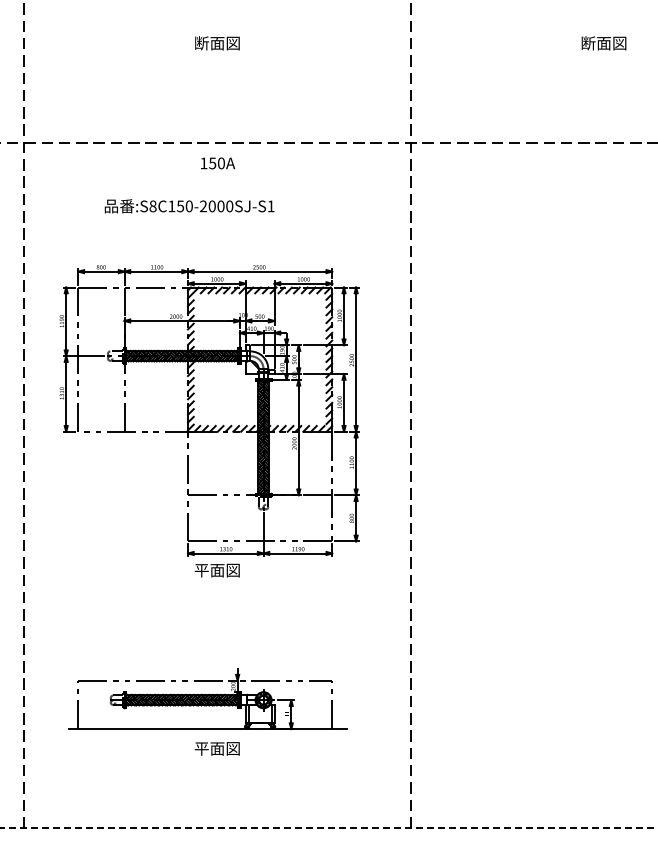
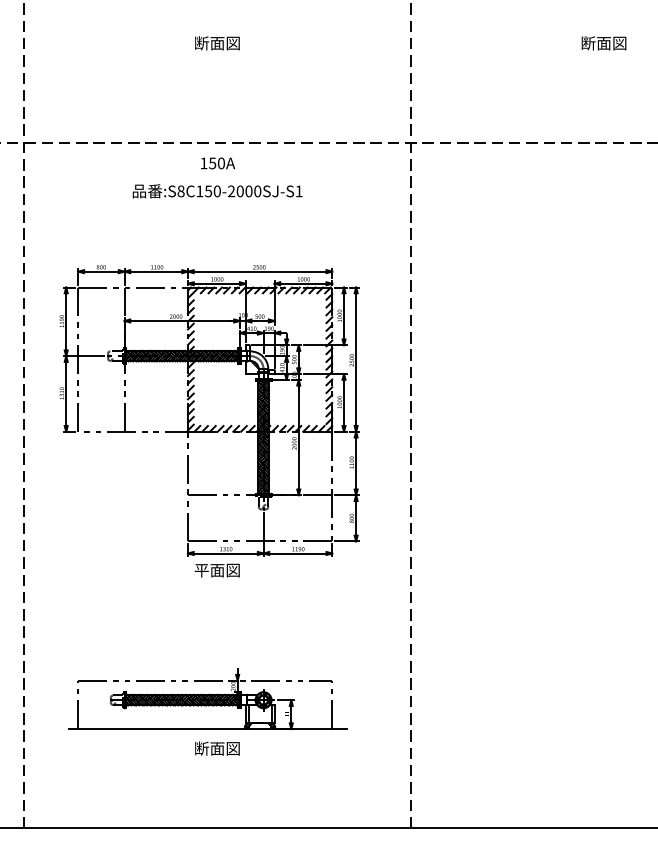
text at (189, 206) position: (189, 206) -> (217, 191)
text at (201, 748): 平面図 -> 断面図
line at (329, 828): dashed -> solid
